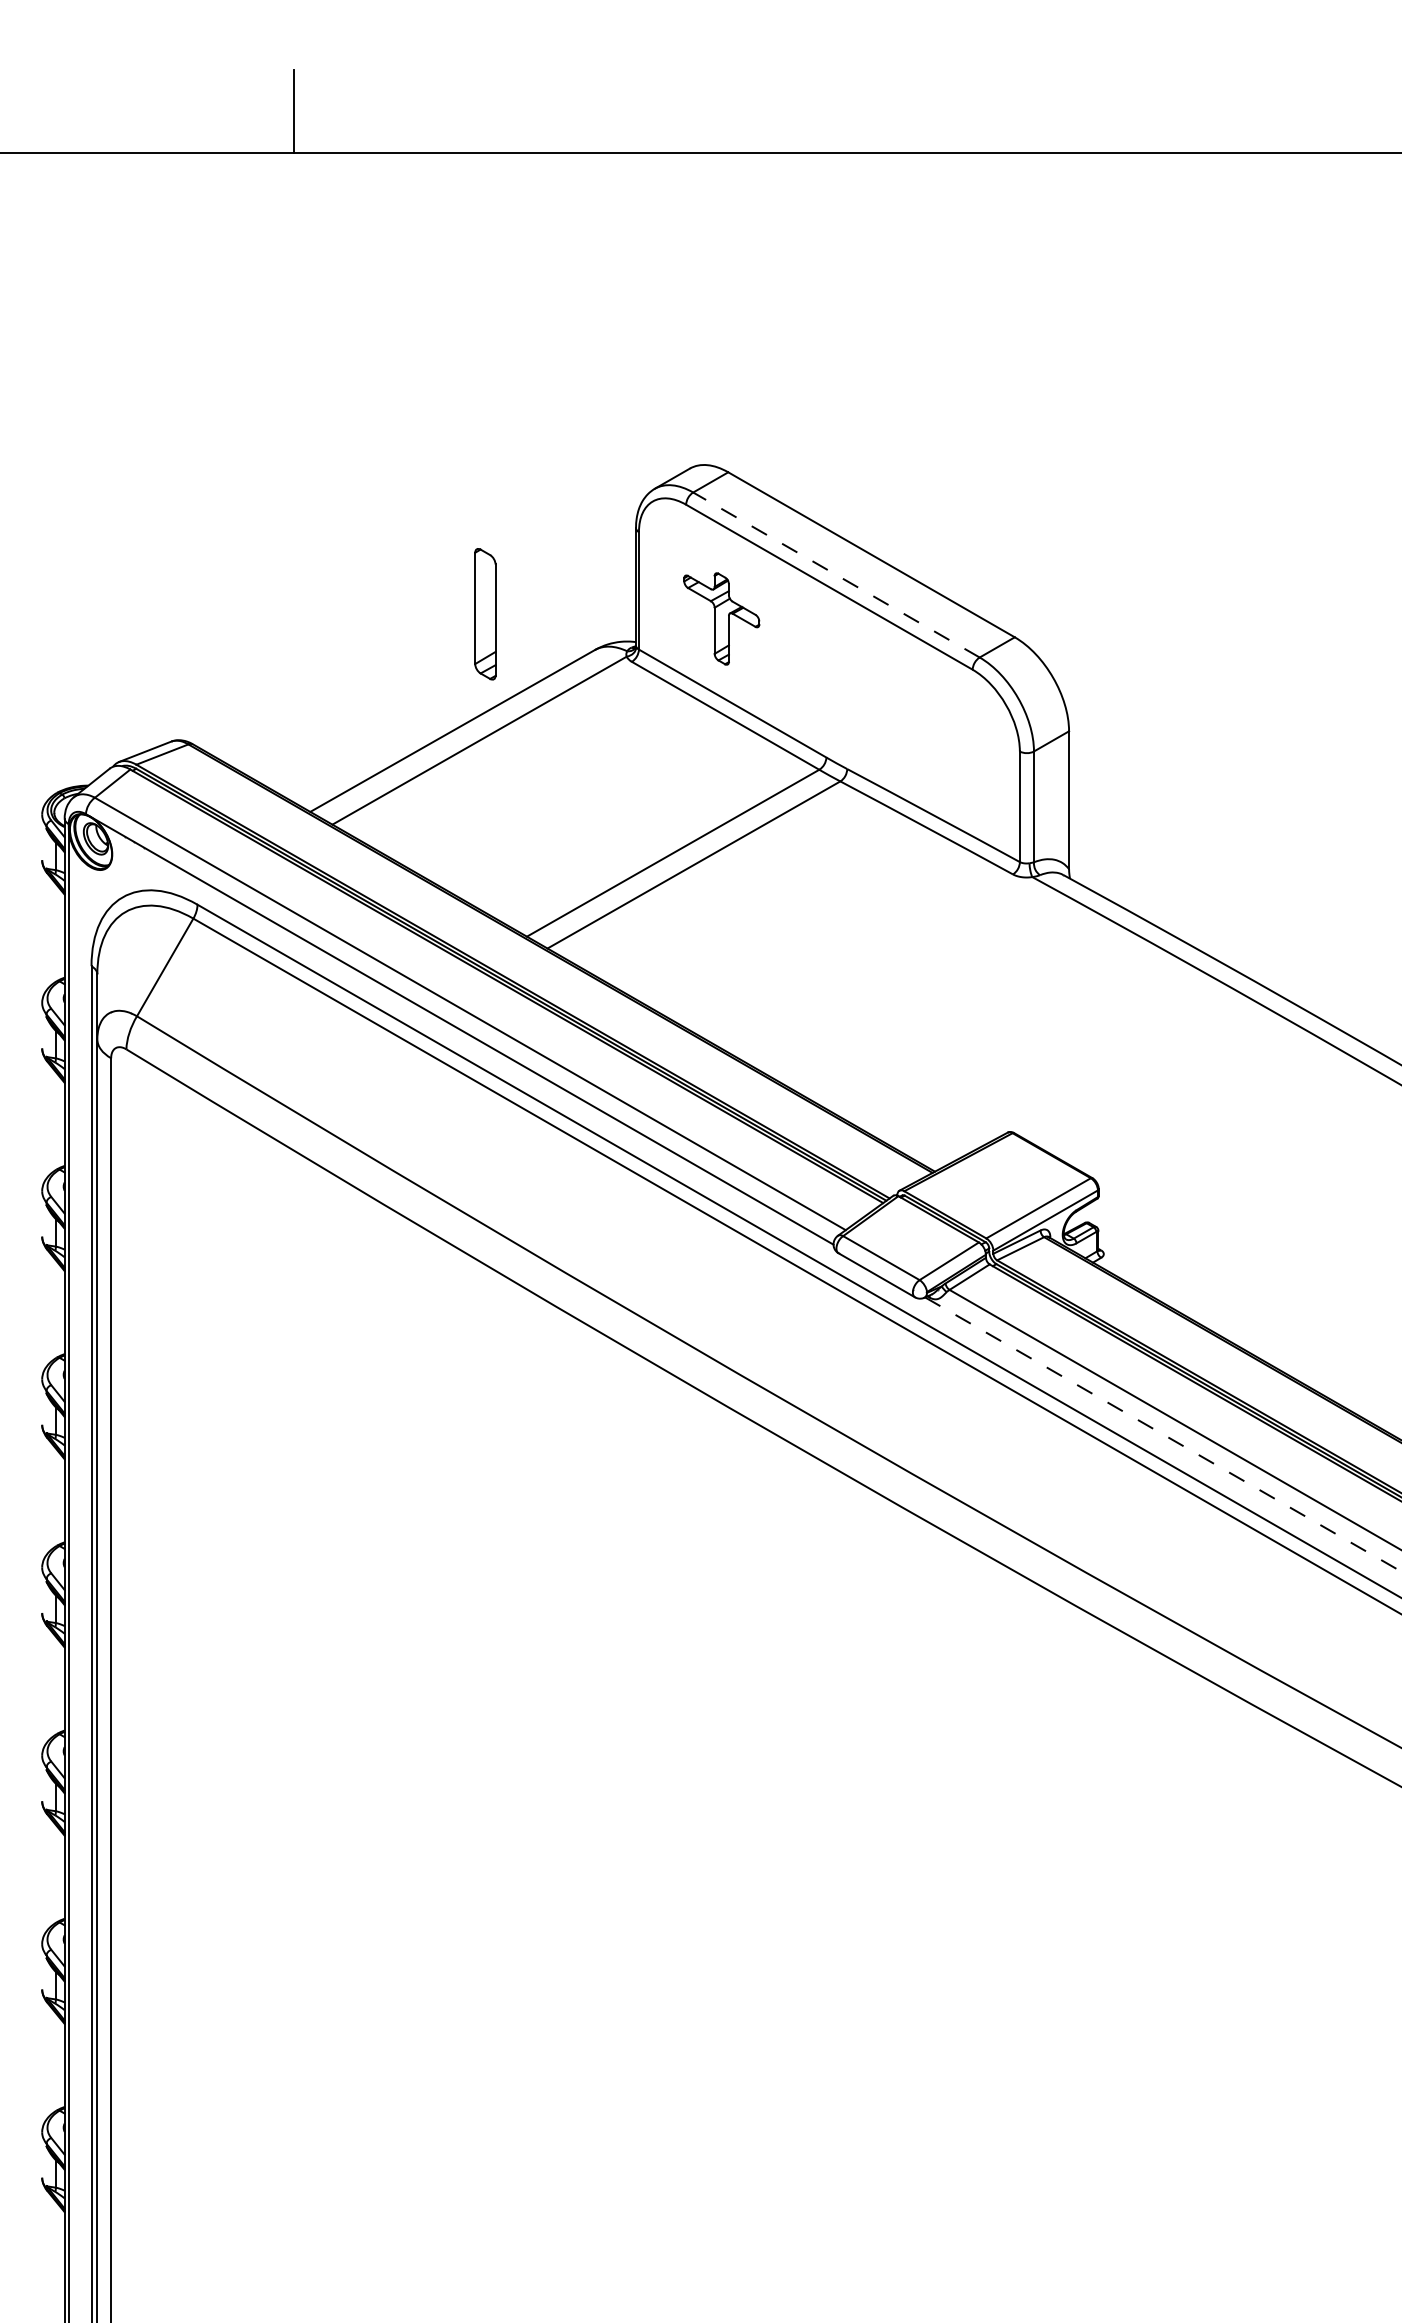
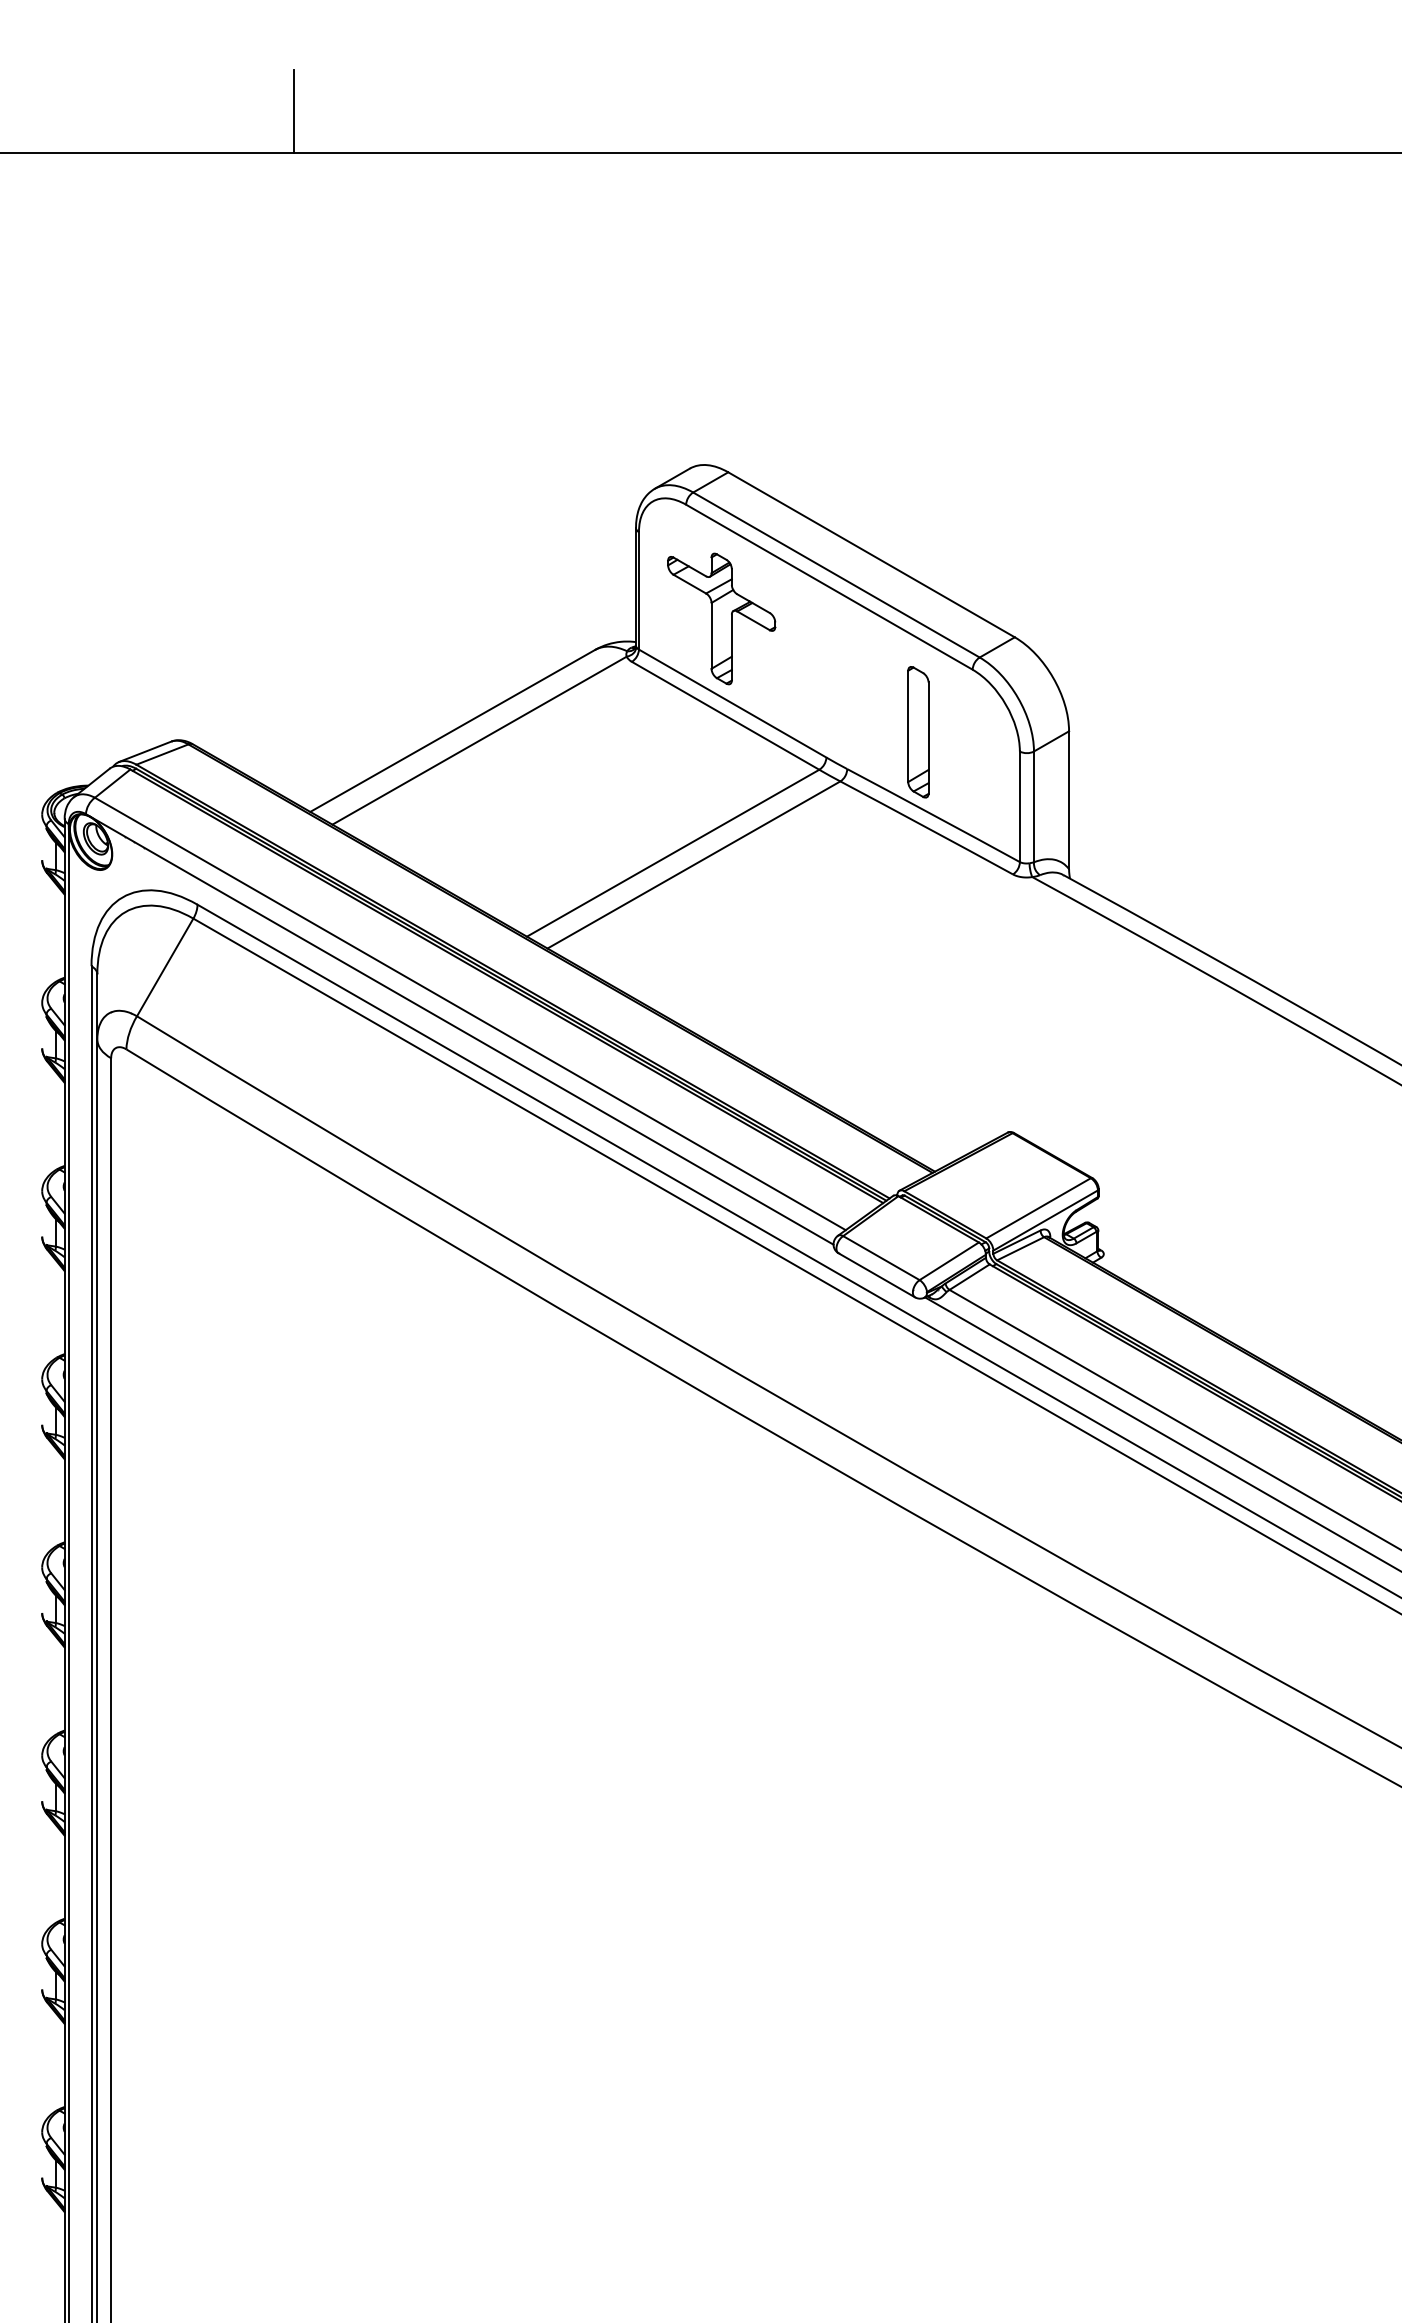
line at (836, 574): dashed -> solid
part at (485, 614) position: (485, 614) -> (918, 732)
part at (721, 618) size: 78x94 px -> 110x134 px
line at (1163, 1434): dashed -> solid
